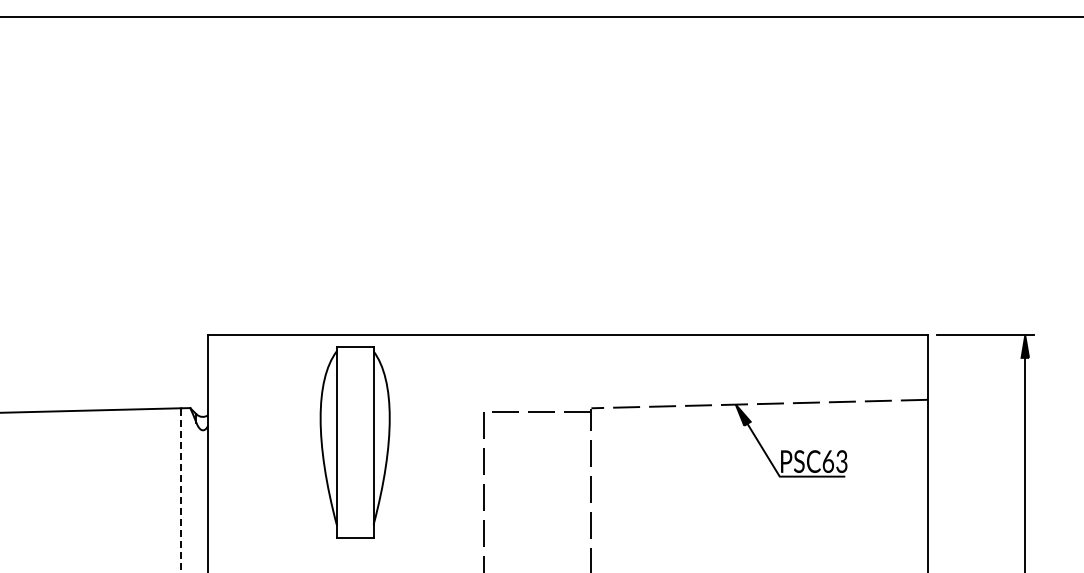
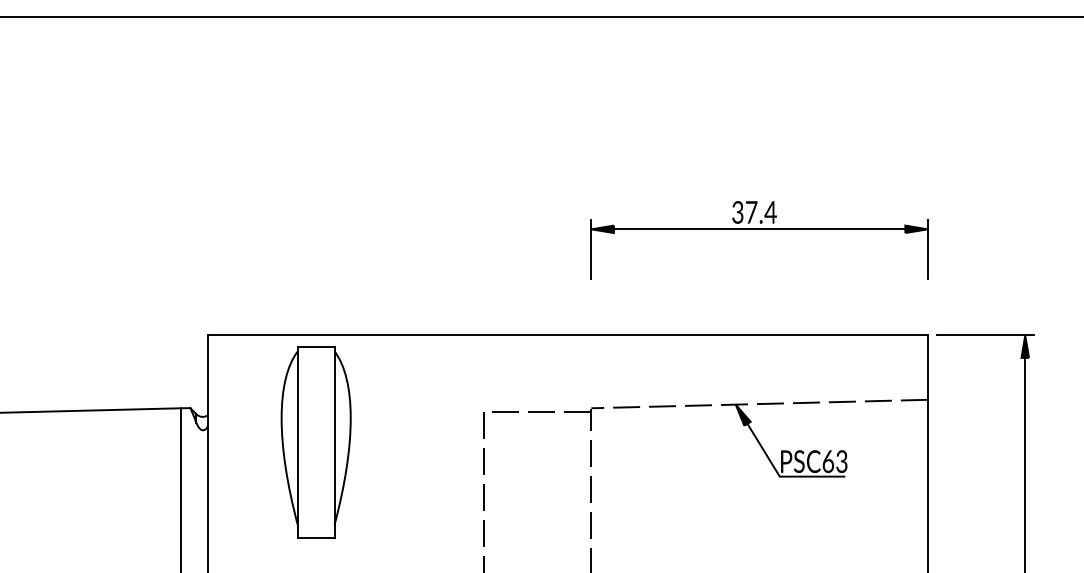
part at (759, 229): none -> present
part at (354, 442) position: (354, 442) -> (315, 442)
line at (181, 490): dashed -> solid
